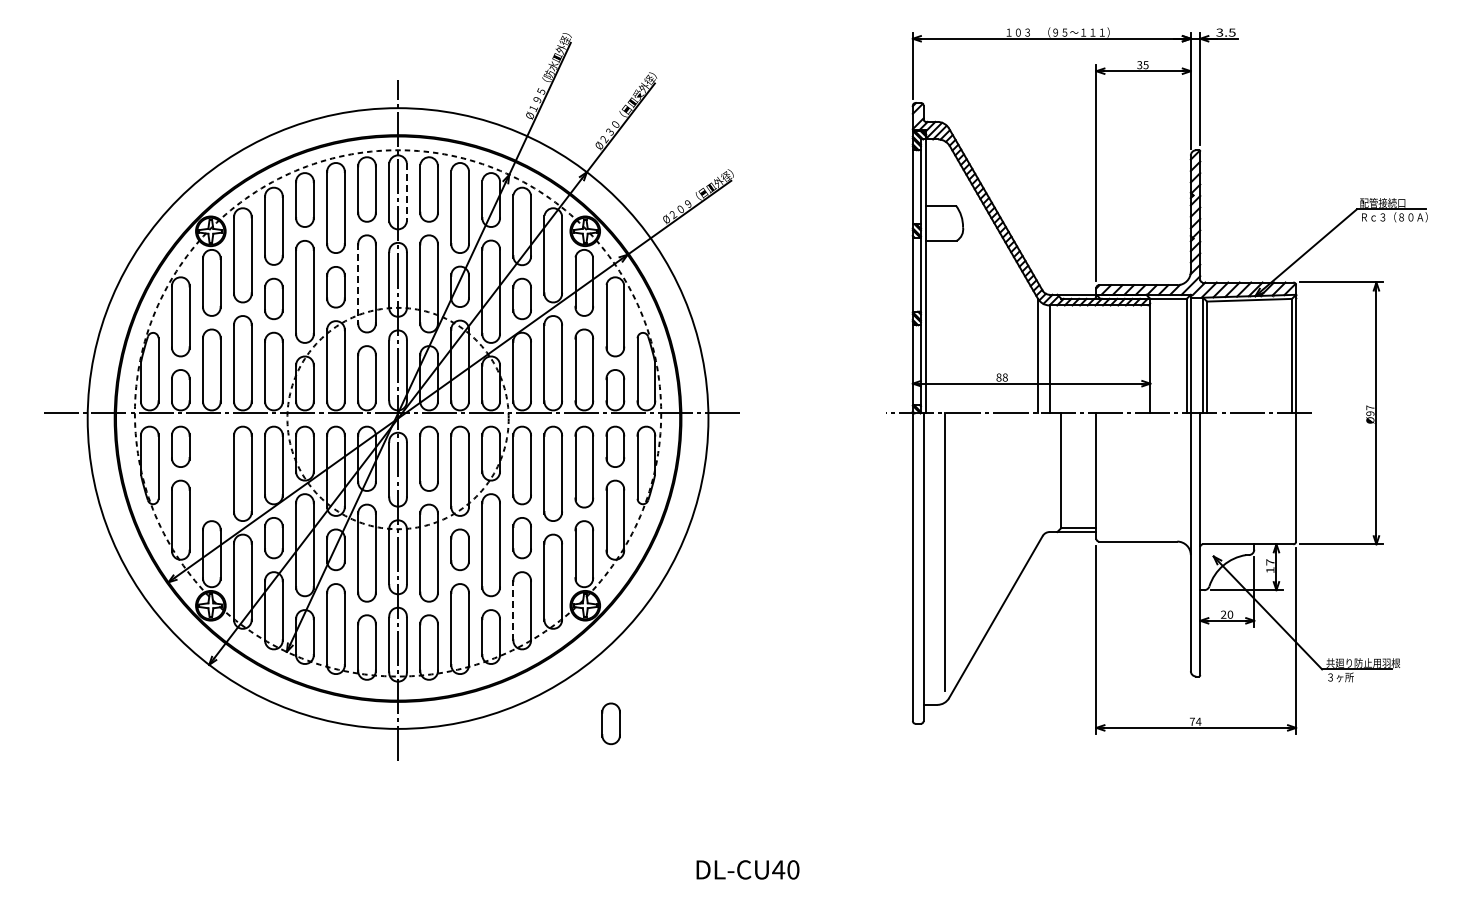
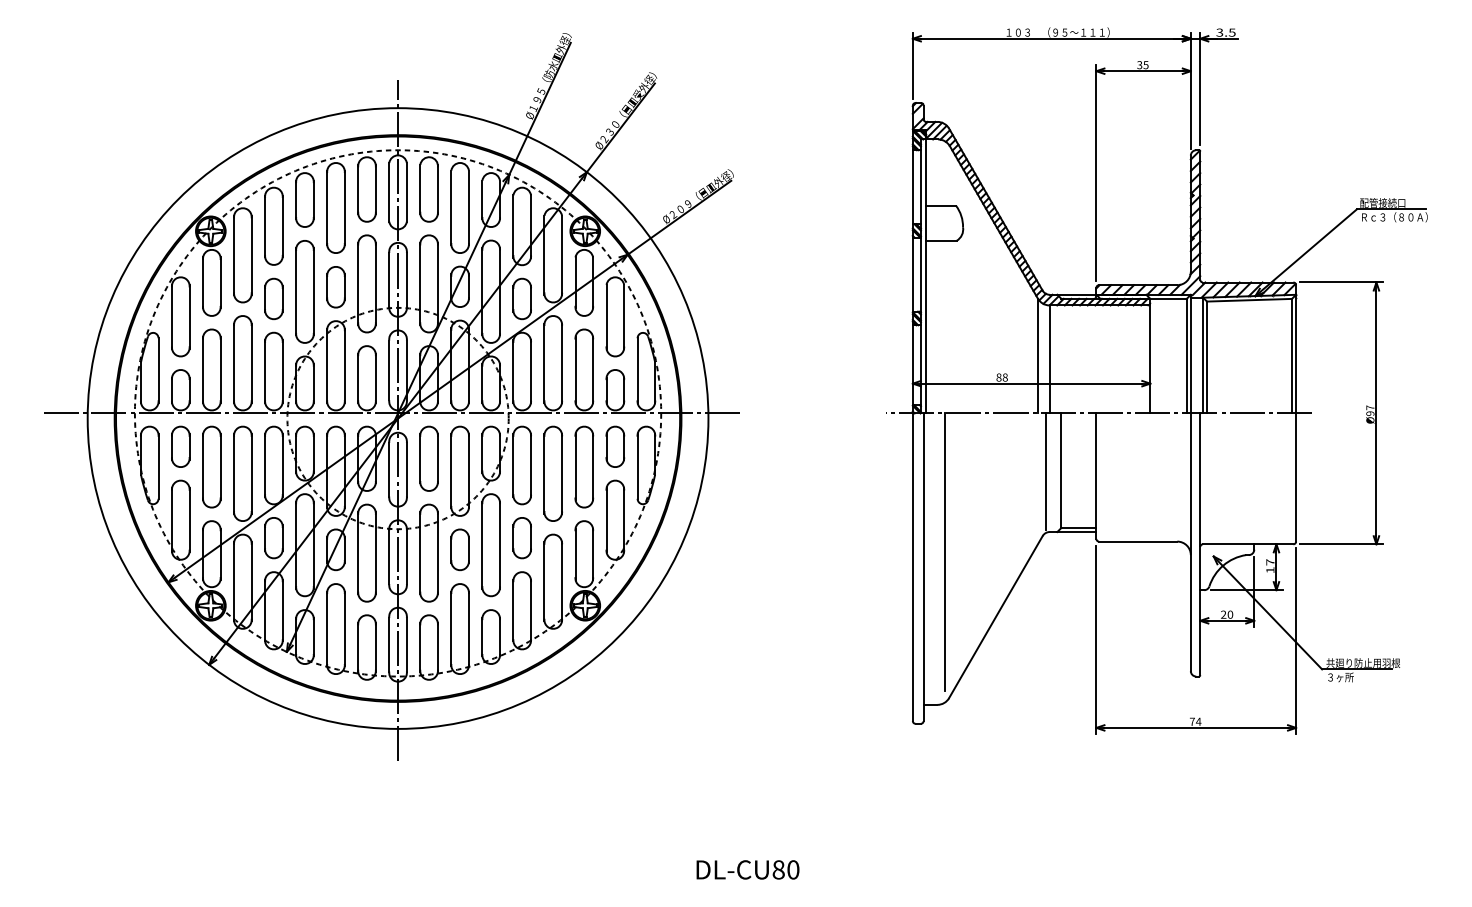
line at (406, 192): dashed -> solid
line at (358, 283): dashed -> solid
part at (211, 466): none -> present
line at (1045, 471): none -> present
line at (513, 610): dashed -> solid
part at (610, 723): present -> none
text at (778, 869): DL-CU40 -> DL-CU80
